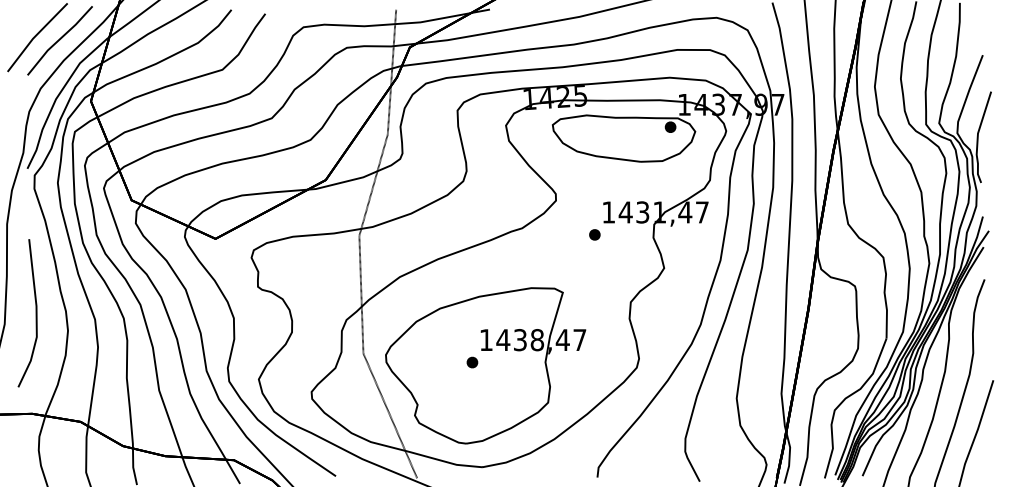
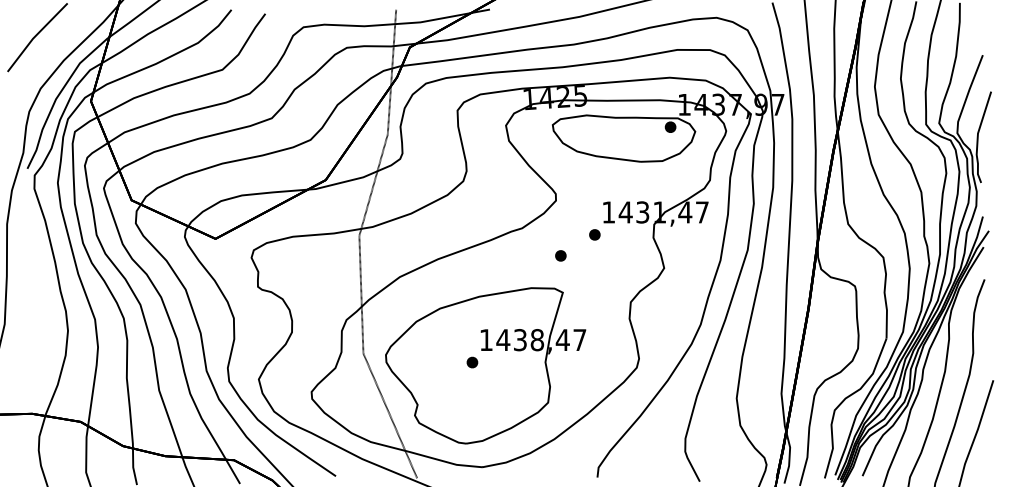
line at (59, 40): present -> none
part at (560, 255): none -> present
line at (35, 313): present -> none
